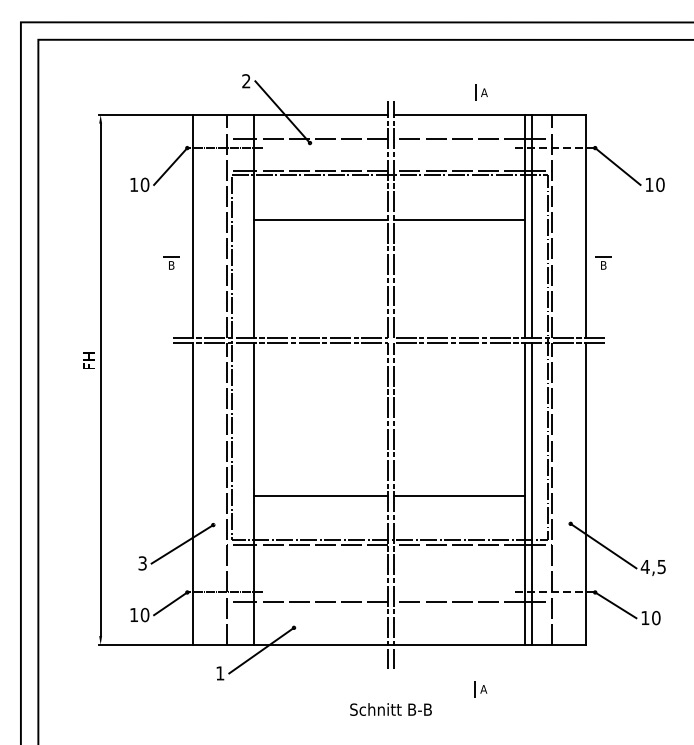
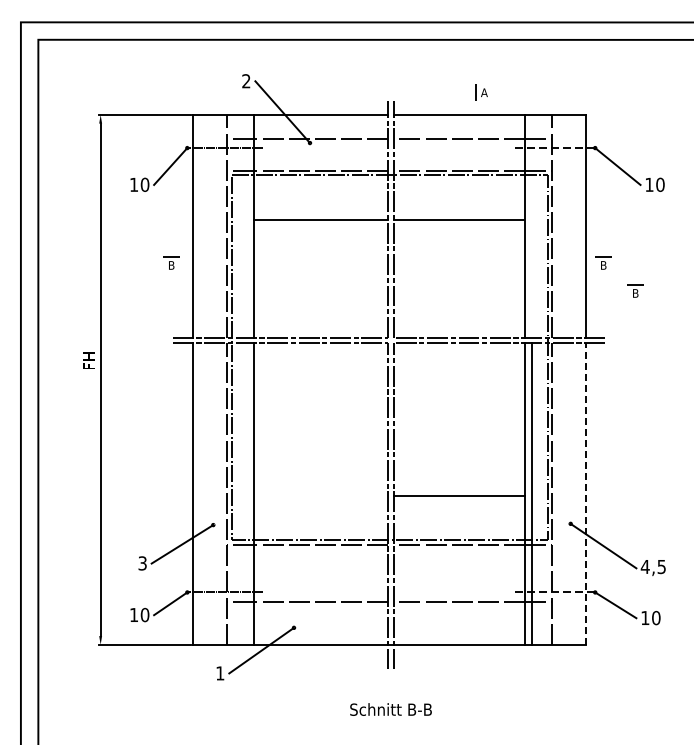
line at (532, 225): present -> none
part at (635, 290): none -> present
line at (586, 493): solid -> dashed
line at (321, 496): present -> none
part at (480, 689): present -> none
